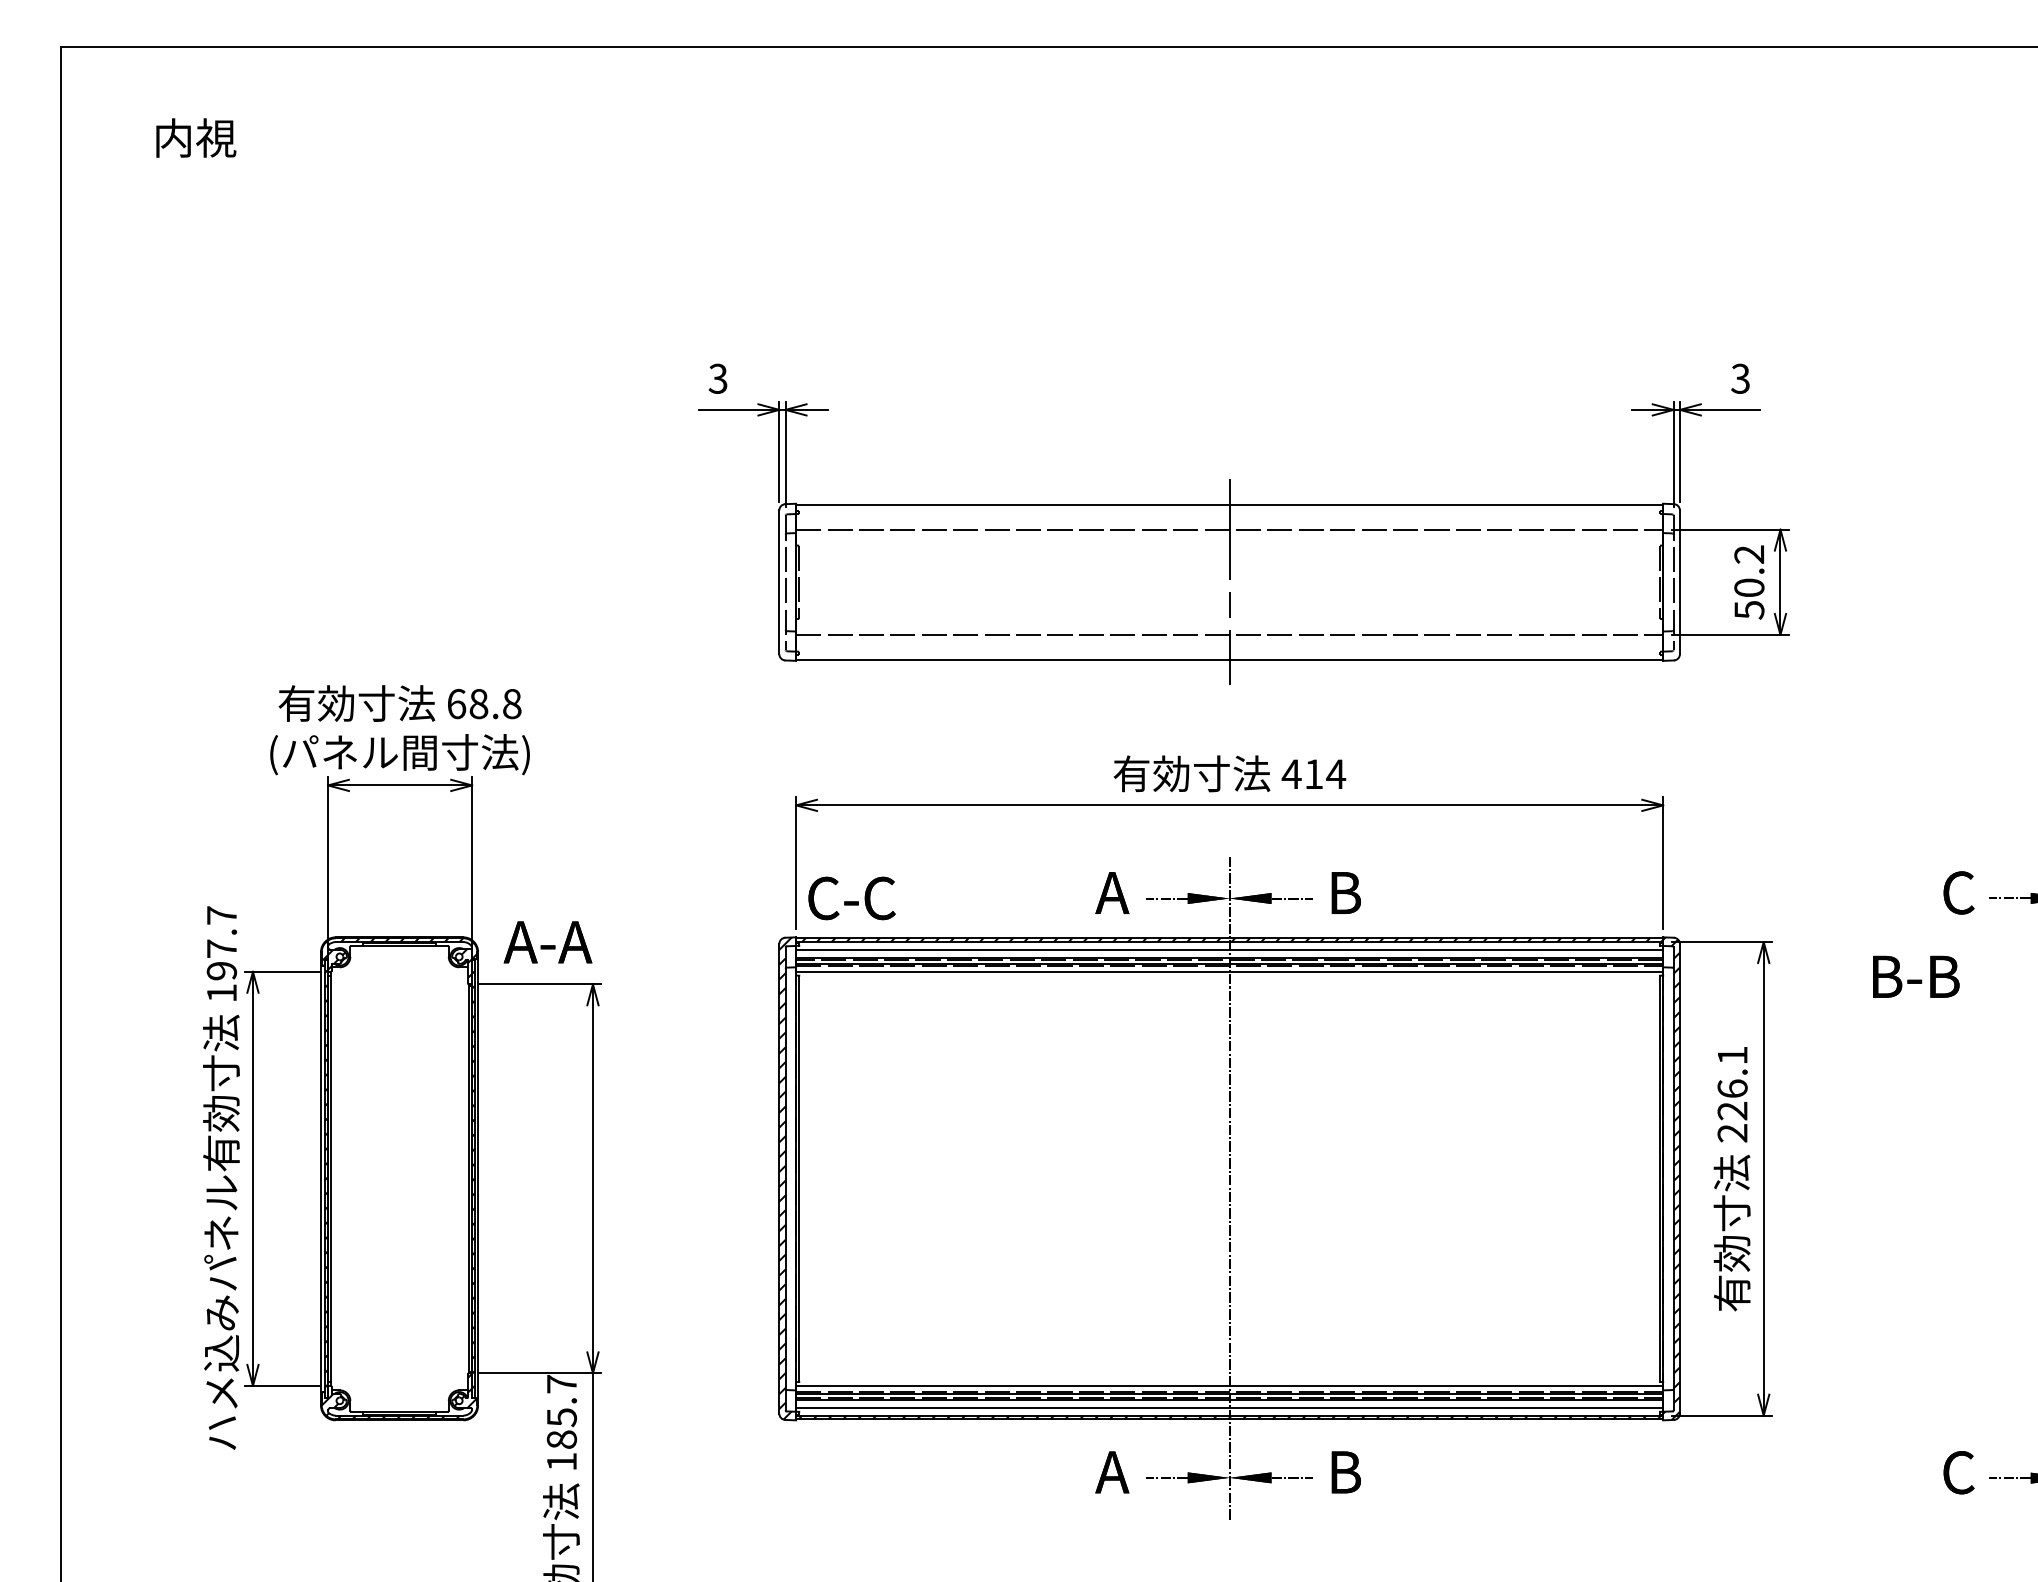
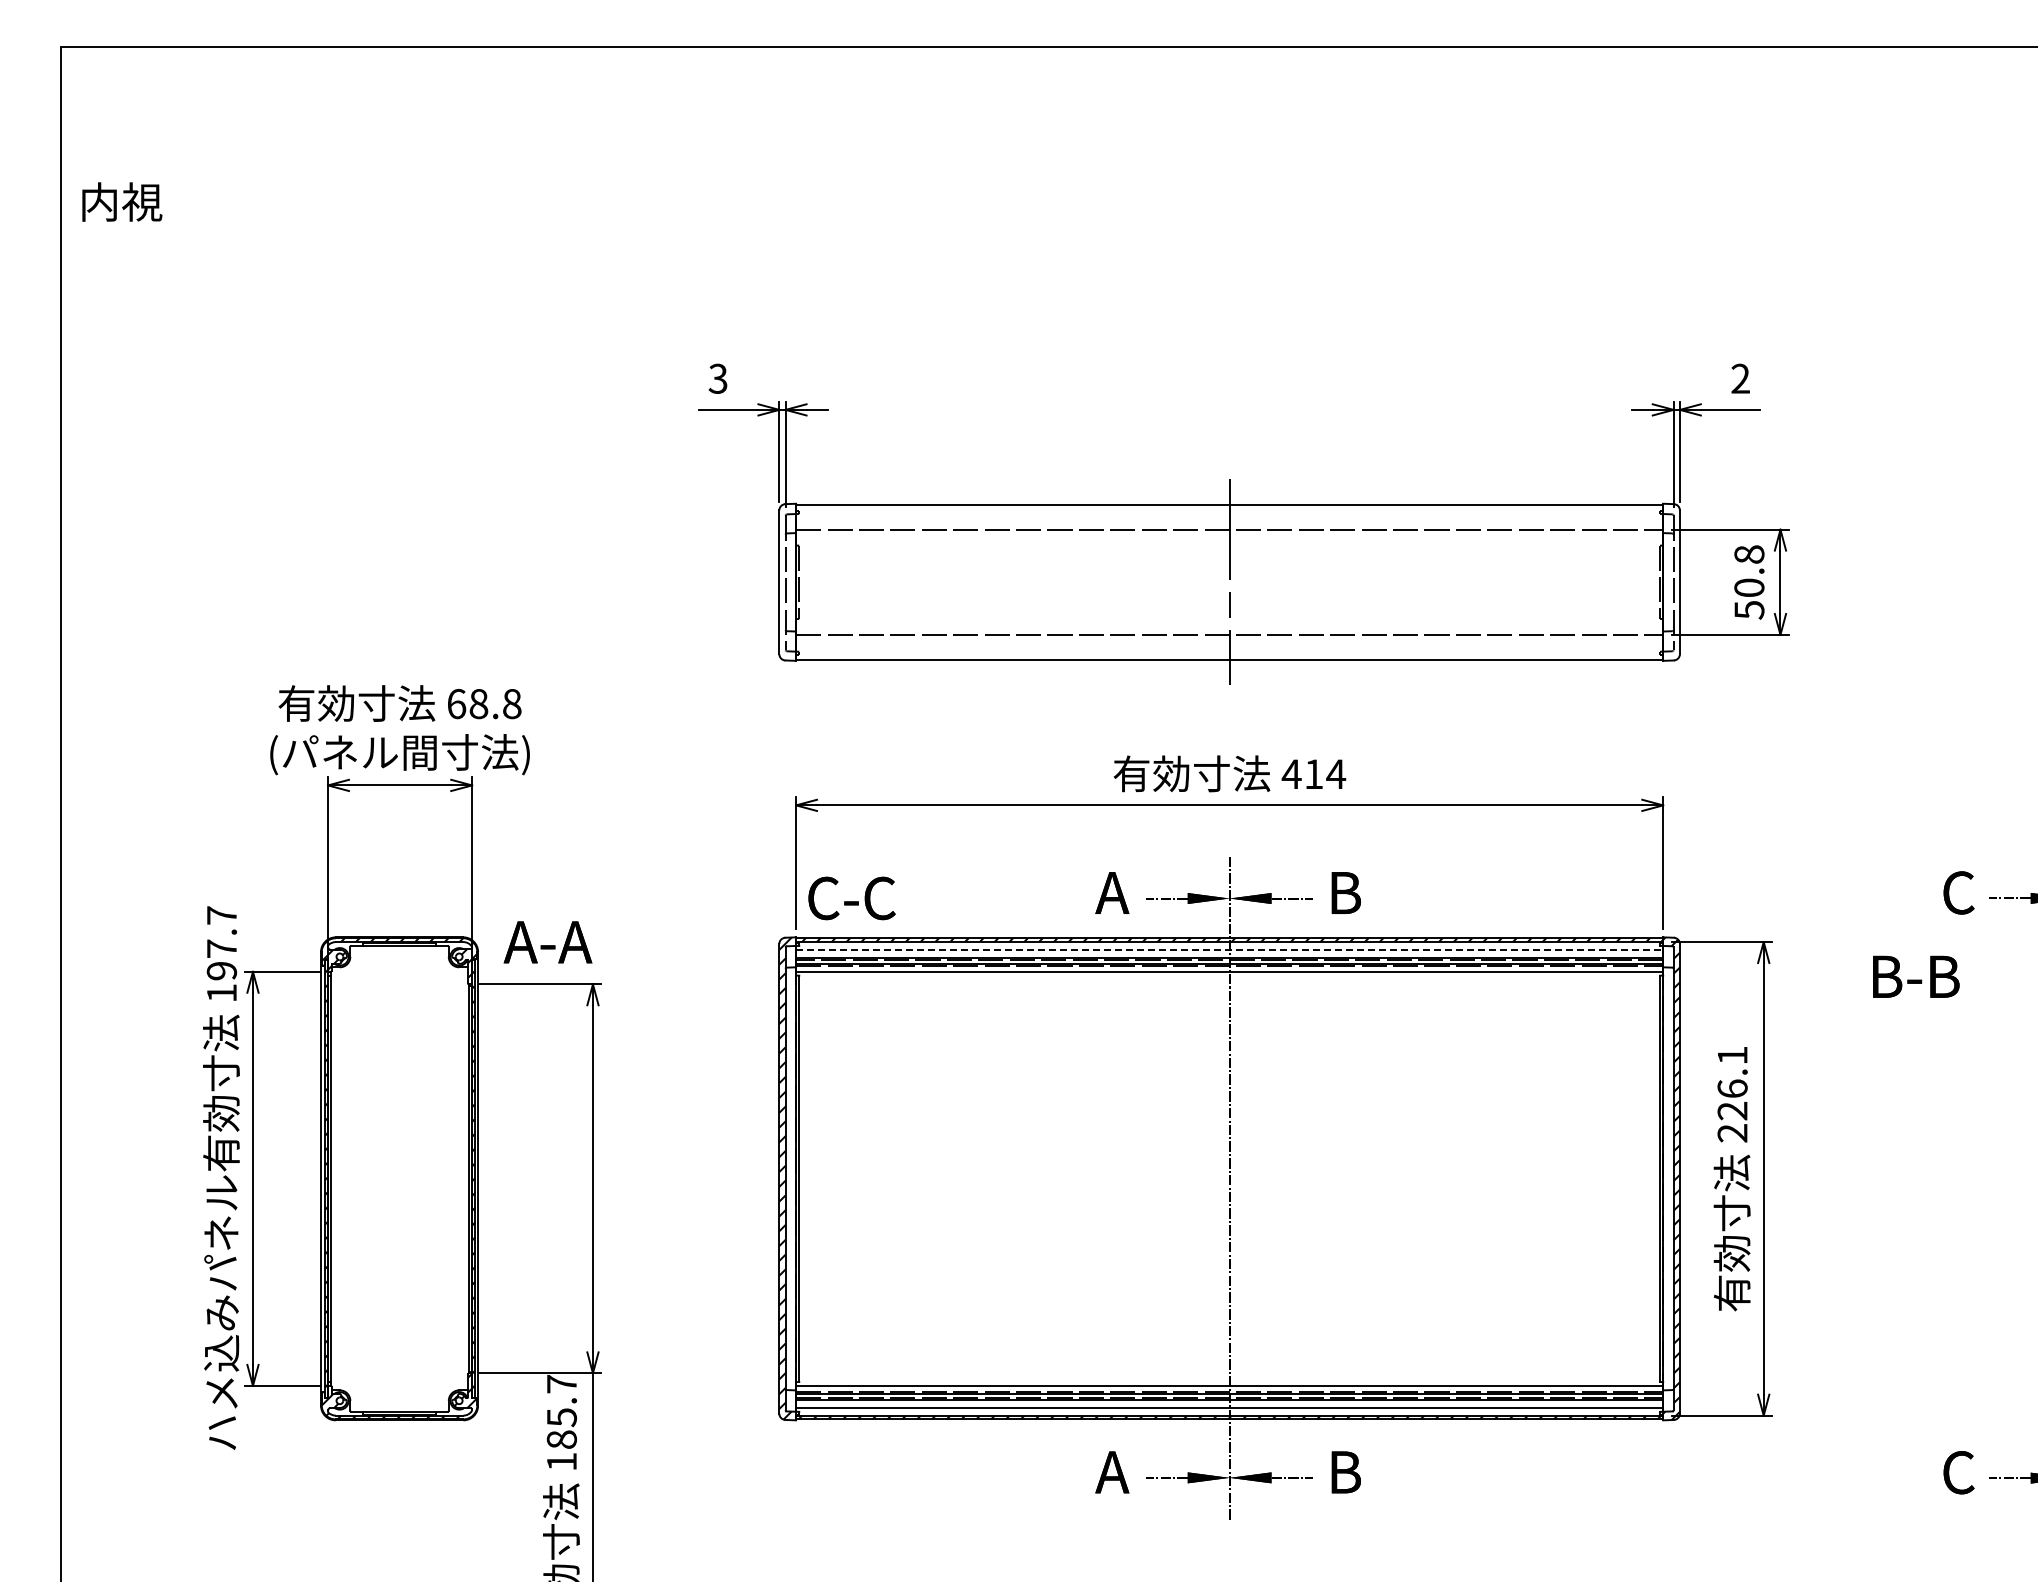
text at (196, 137) position: (196, 137) -> (122, 201)
text at (1740, 378): 3 -> 2
text at (1749, 554): 50.2 -> 50.8
line at (1229, 949): solid -> dashed
